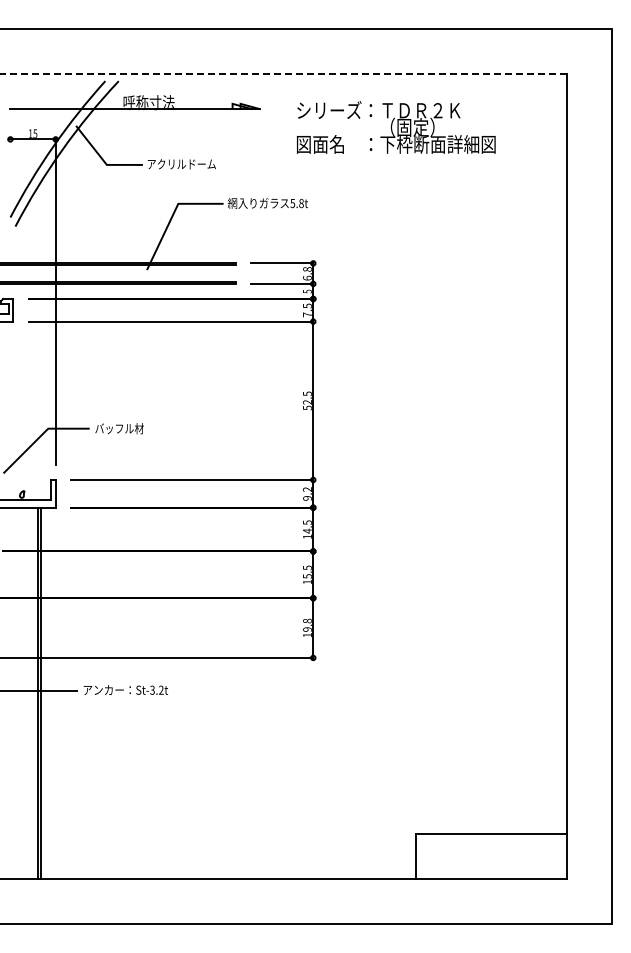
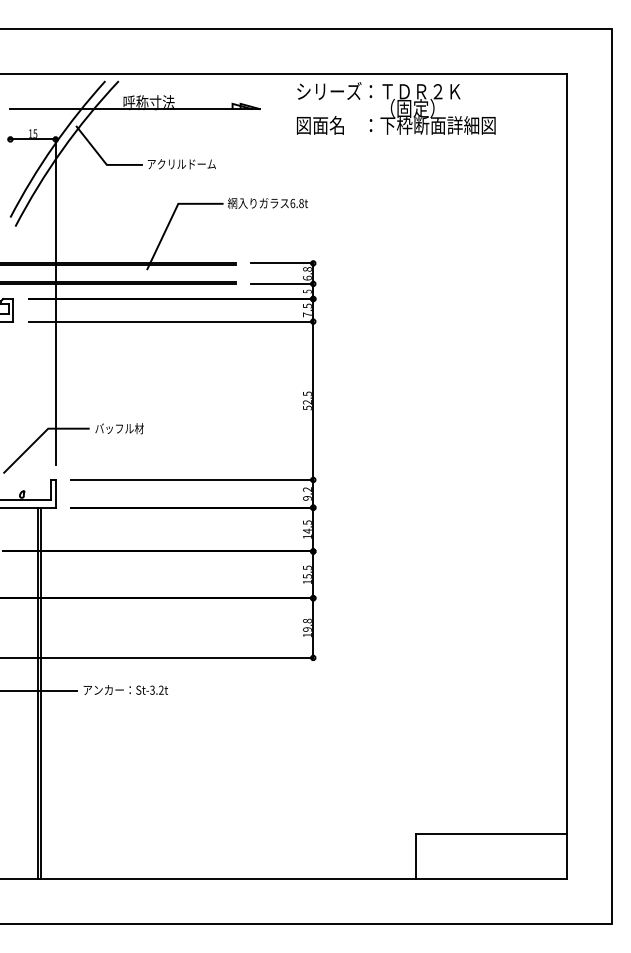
line at (283, 73): dashed -> solid
text at (396, 127) position: (396, 127) -> (396, 108)
text at (292, 202): 5.8t -> 6.8t
